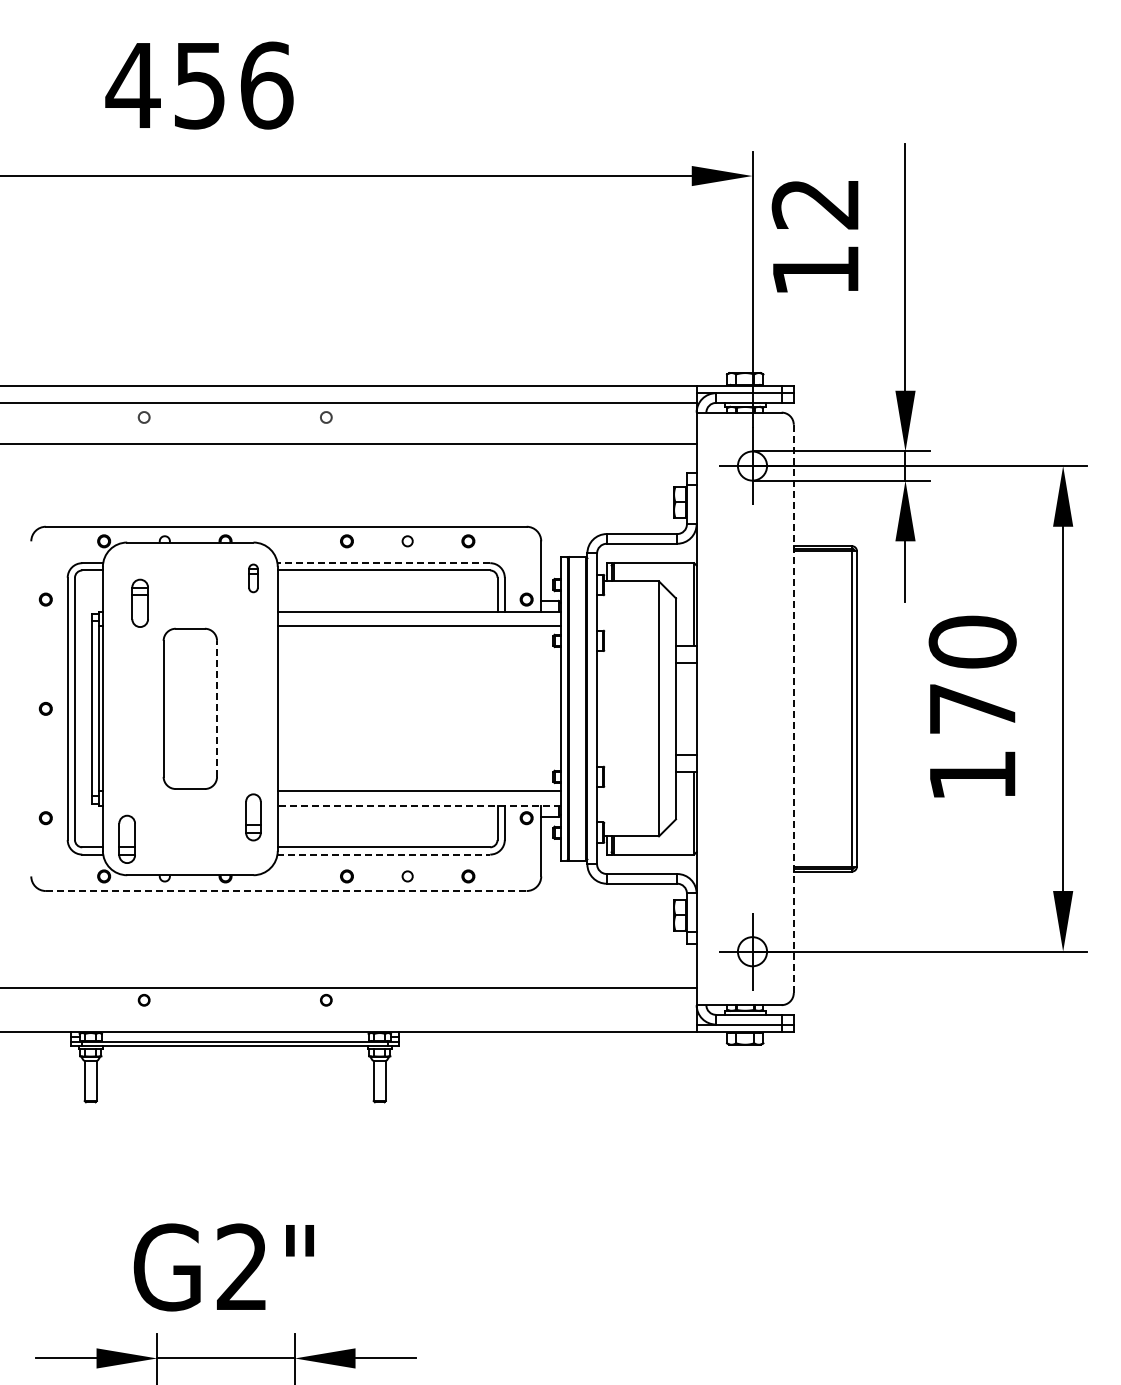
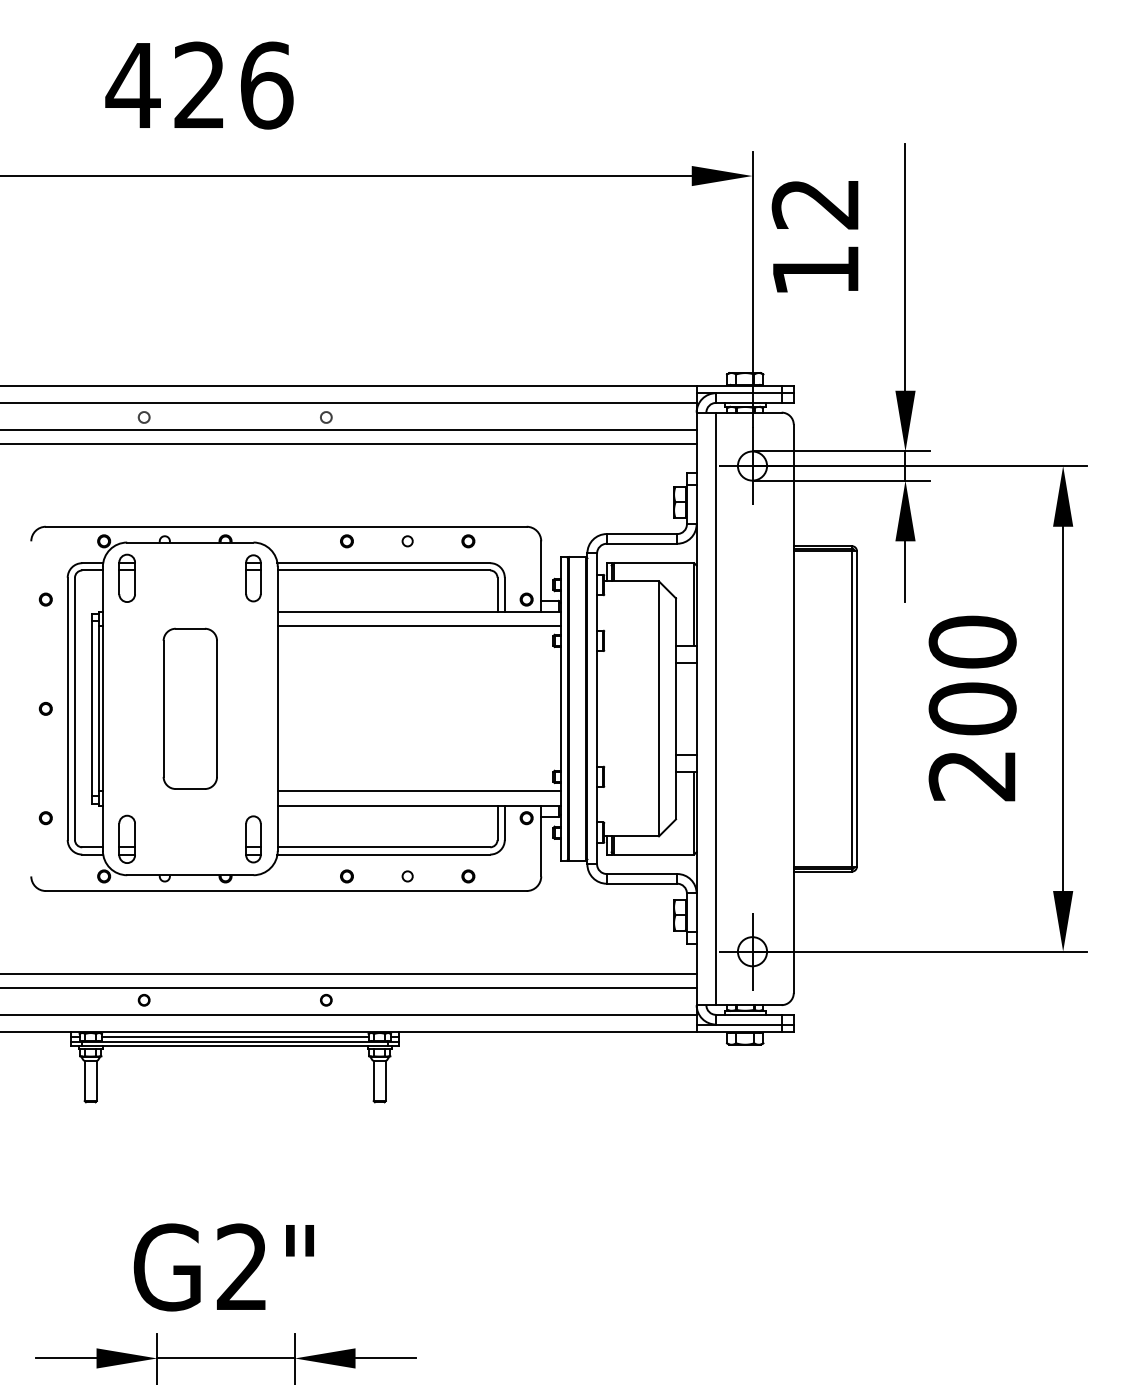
text at (199, 85): 456 -> 426
line at (349, 429): none -> present
line at (383, 563): dashed -> solid
part at (253, 578) size: 11x31 px -> 17x49 px
part at (139, 602) position: (139, 602) -> (126, 577)
line at (217, 708): dashed -> solid
line at (716, 708): none -> present
line at (793, 709): dashed -> solid
text at (972, 741): 170 -> 200
line at (418, 806): dashed -> solid
part at (253, 817) position: (253, 817) -> (253, 839)
line at (384, 854): dashed -> solid
line at (286, 891): dashed -> solid
line at (349, 973): none -> present
line at (349, 1014): none -> present
line at (235, 1036): none -> present
